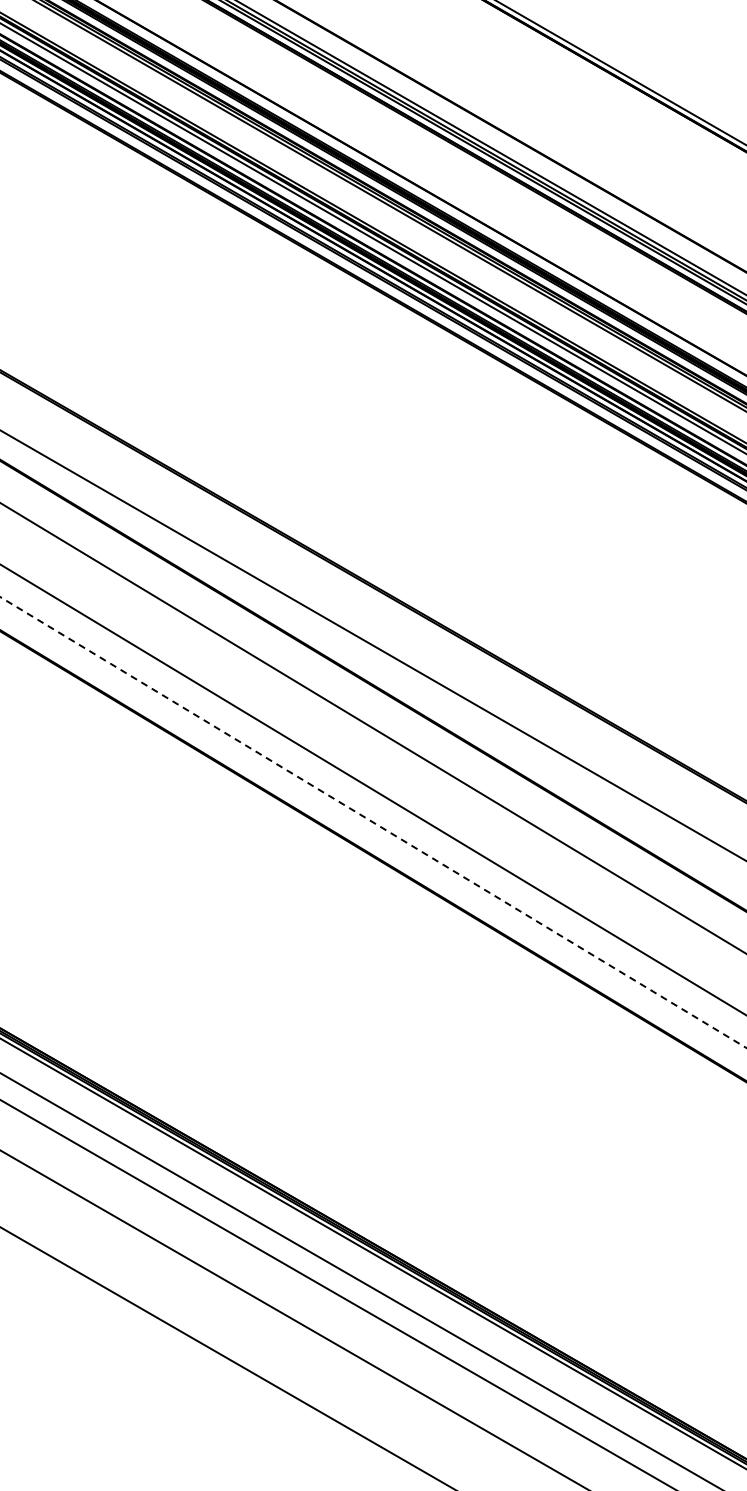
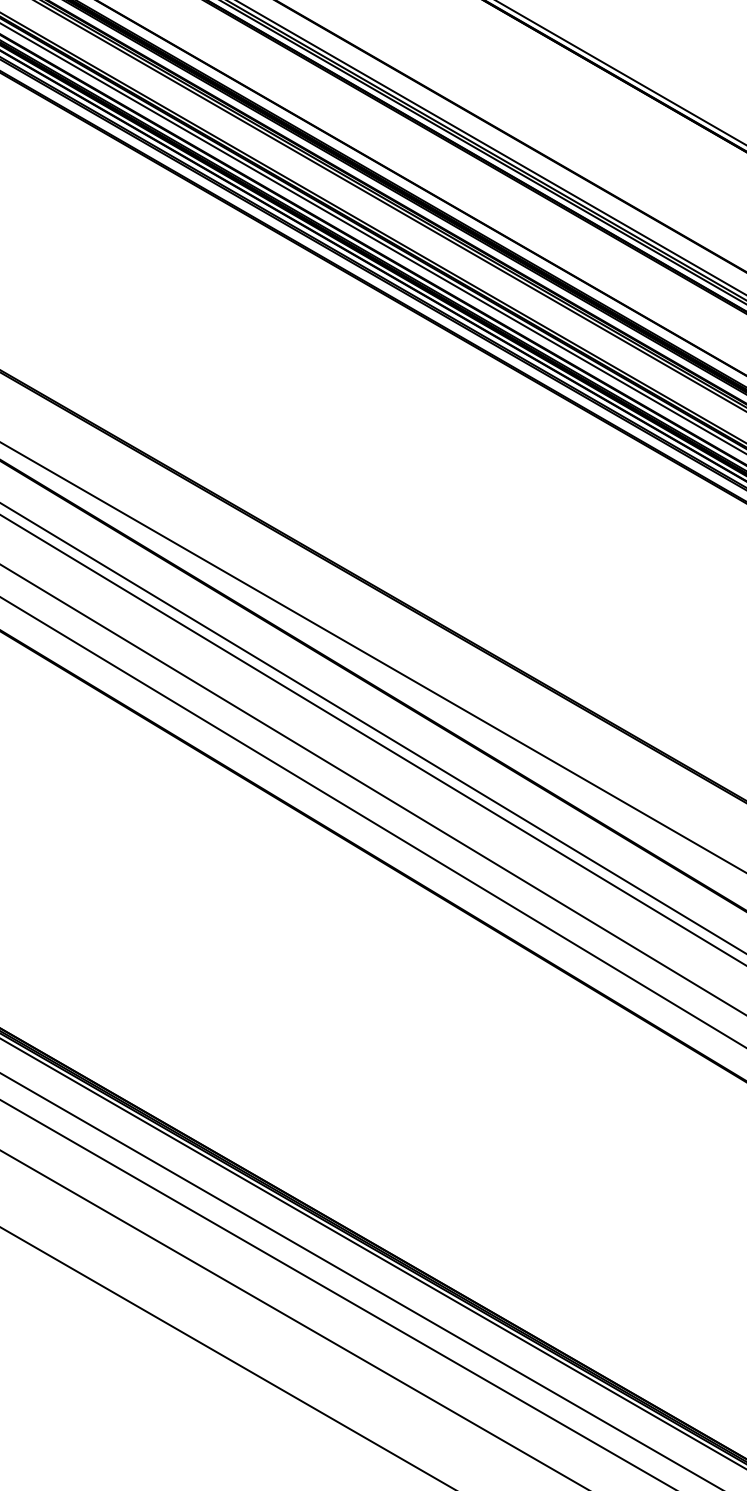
line at (372, 645) position: (372, 645) -> (372, 657)
line at (372, 739): none -> present
line at (373, 822): dashed -> solid
